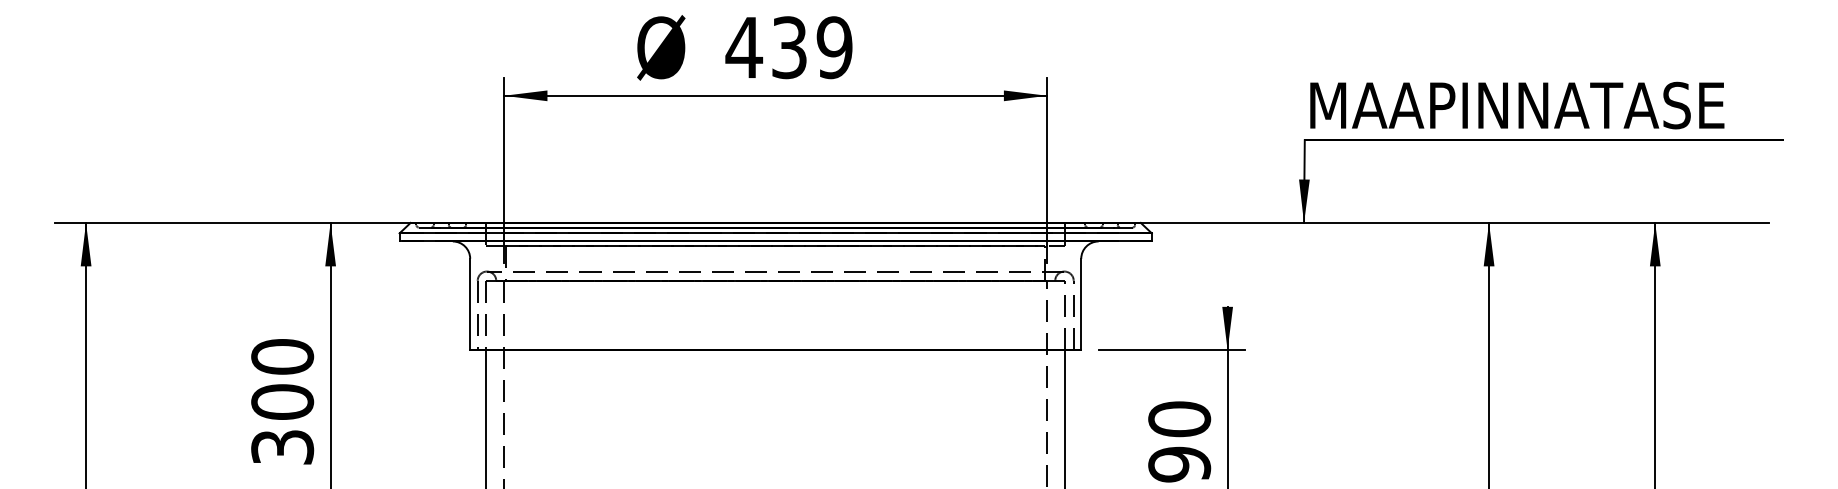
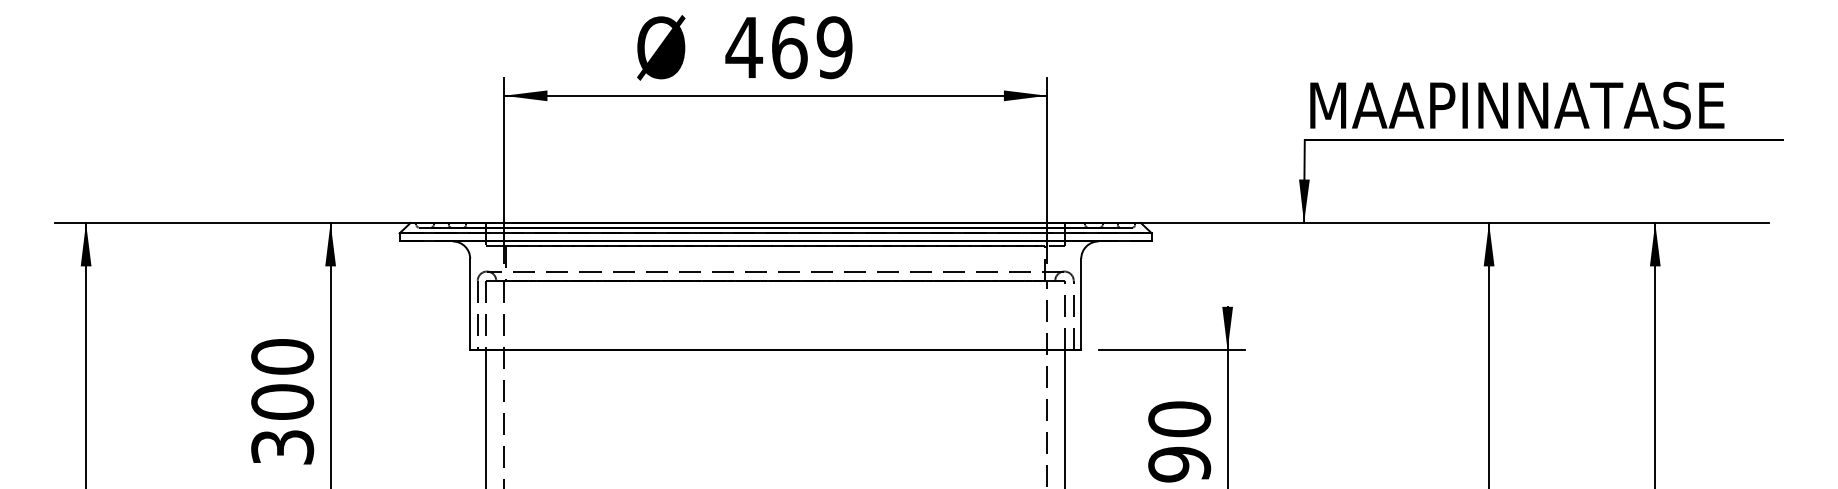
text at (789, 47): 439 -> 469
